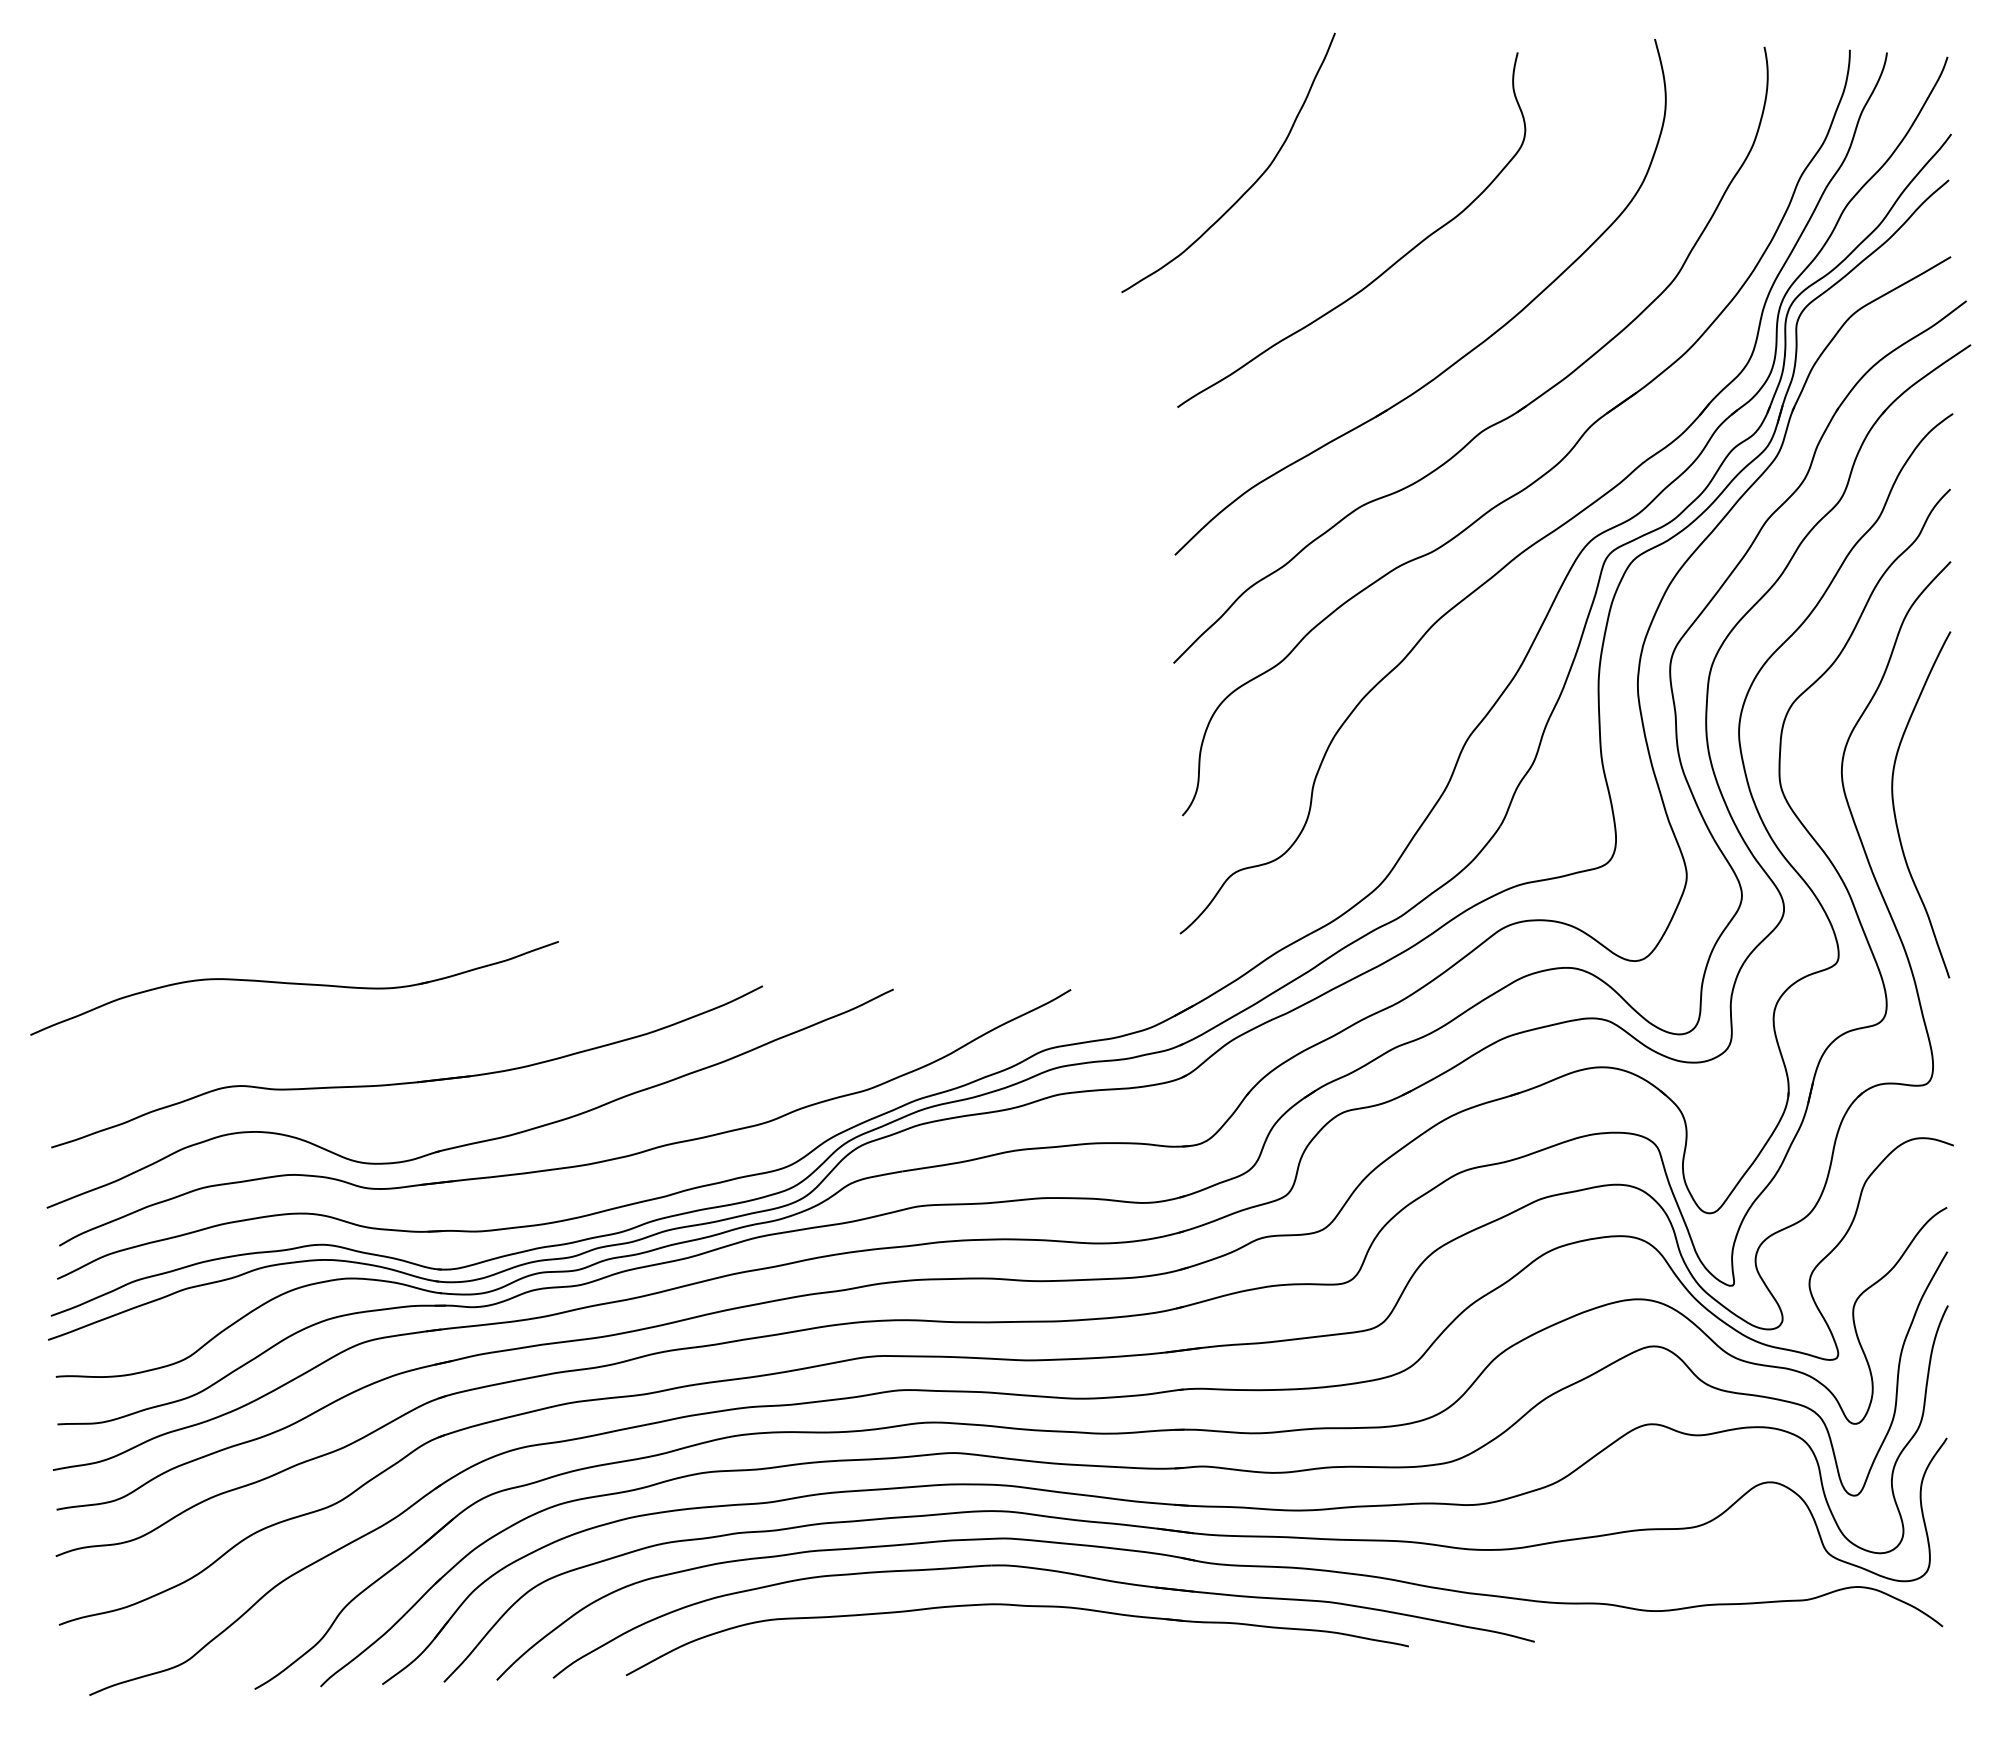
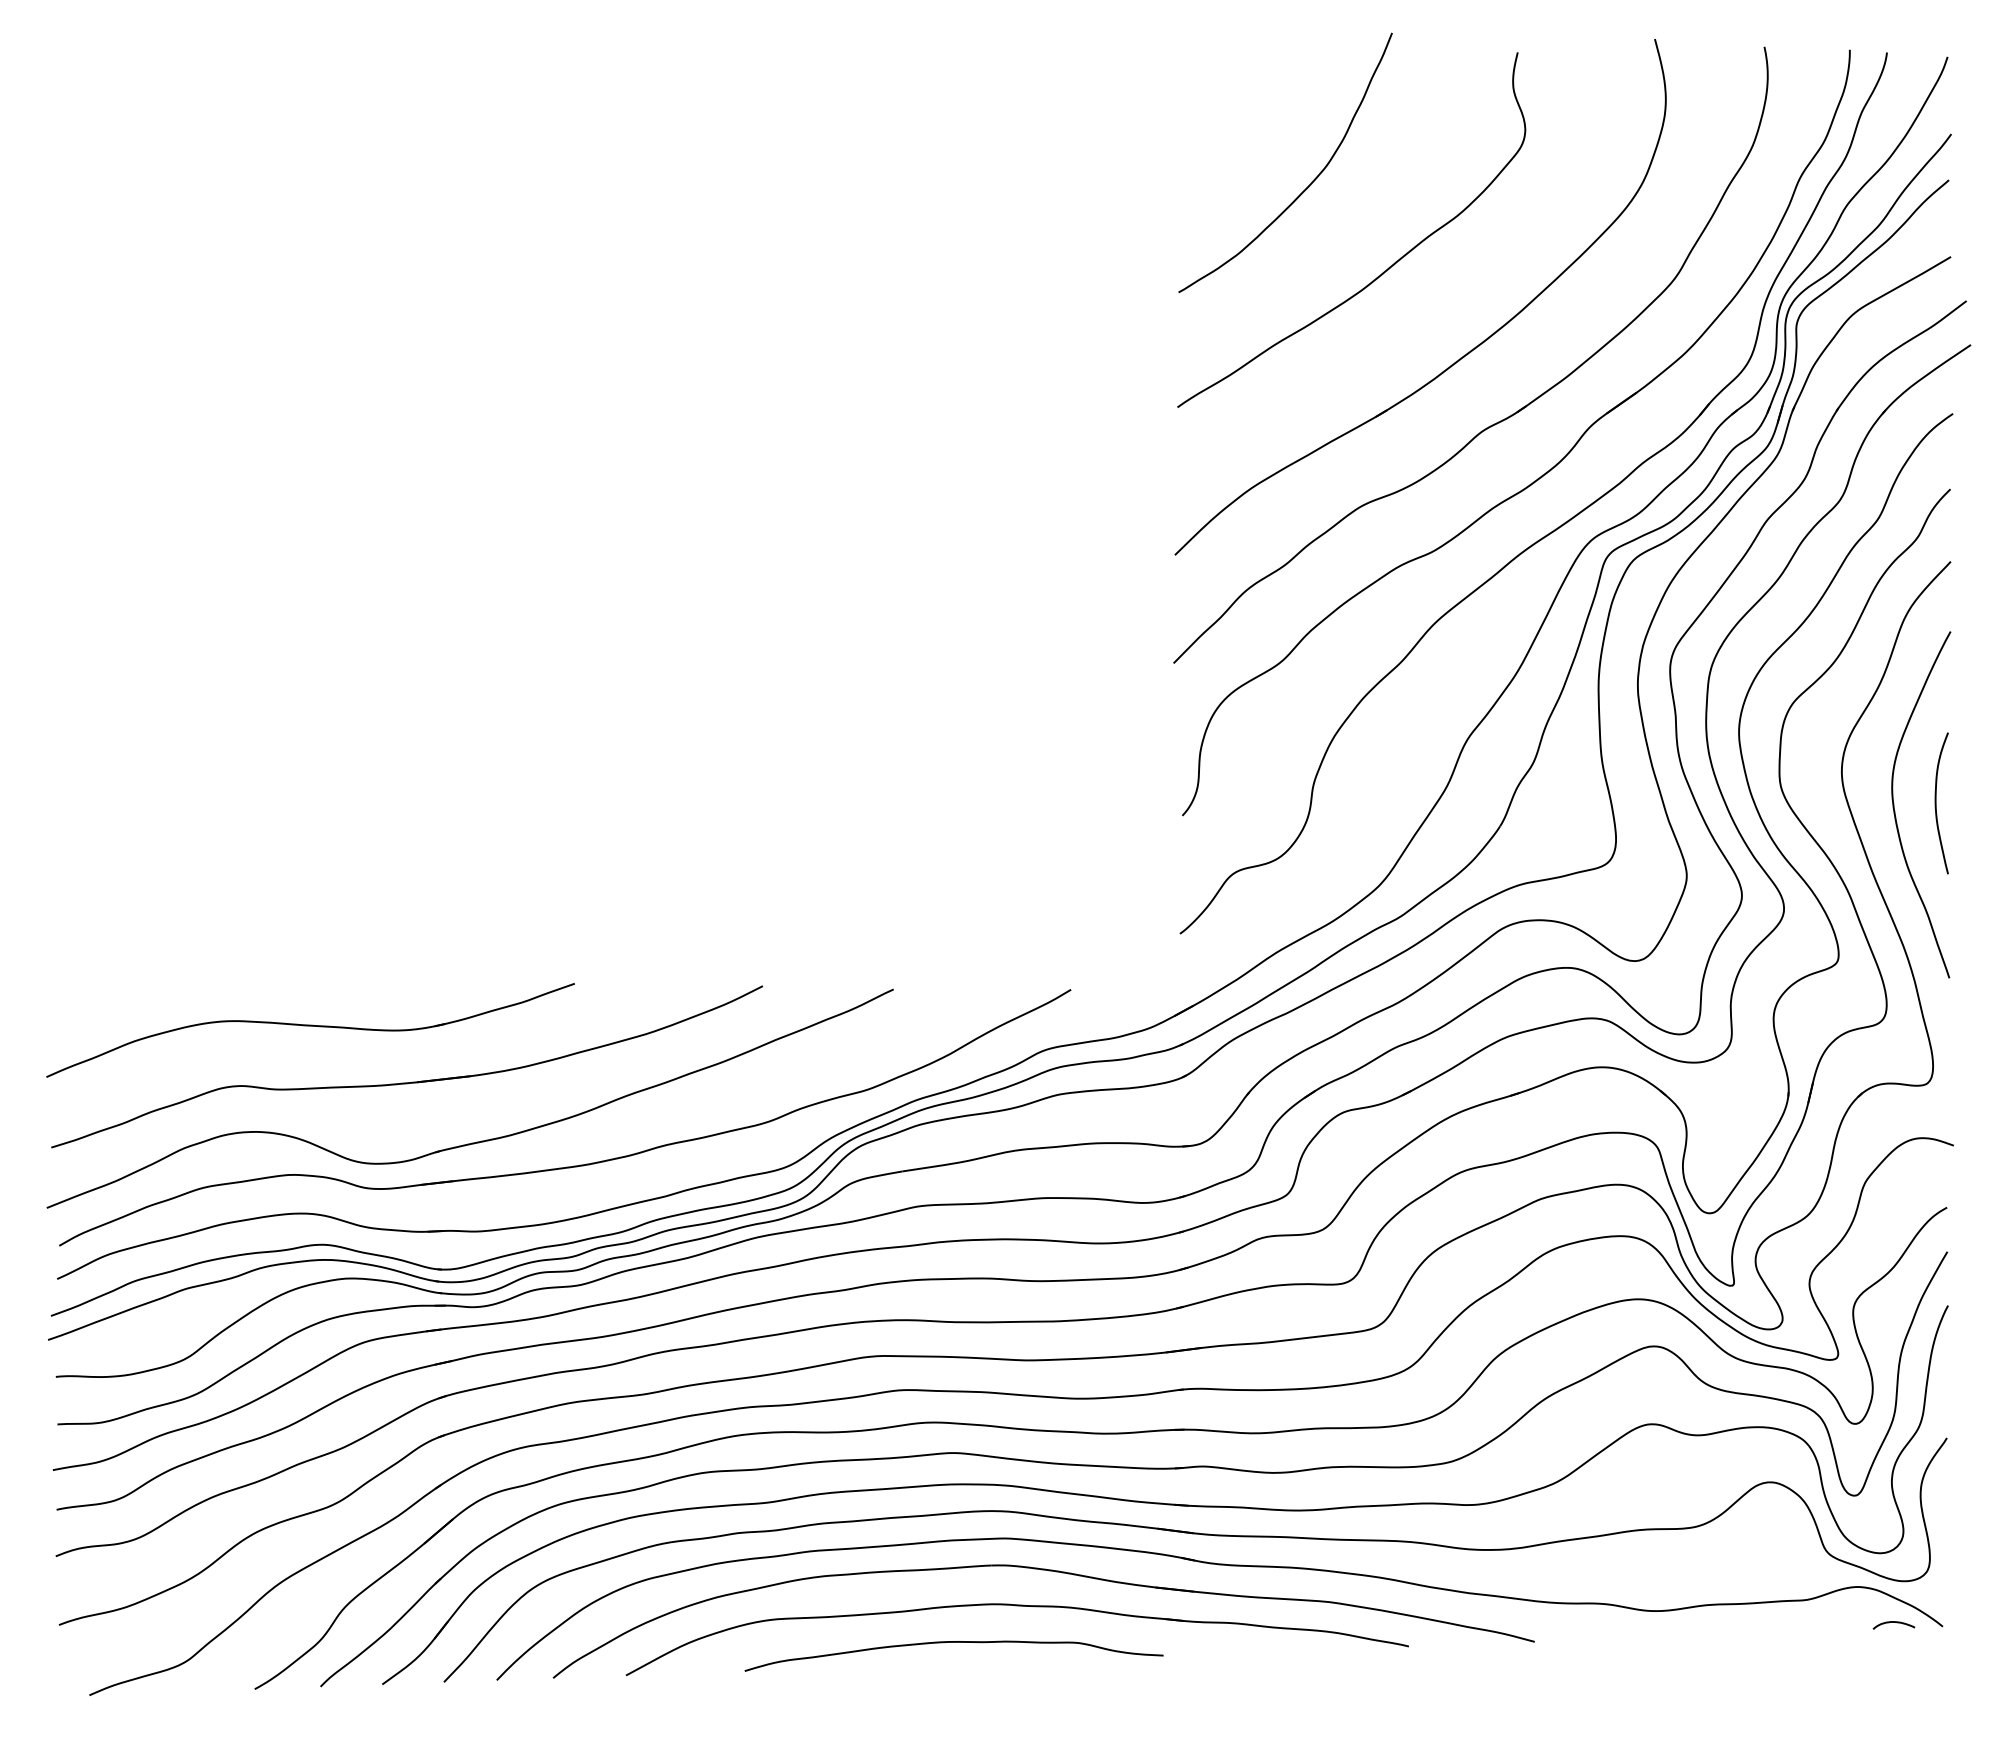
curve at (1255, 180) position: (1255, 180) -> (1312, 180)
curve at (1936, 803): none -> present
part at (294, 988) position: (294, 988) -> (310, 1030)
curve at (1893, 1622): none -> present
curve at (953, 1642): none -> present
